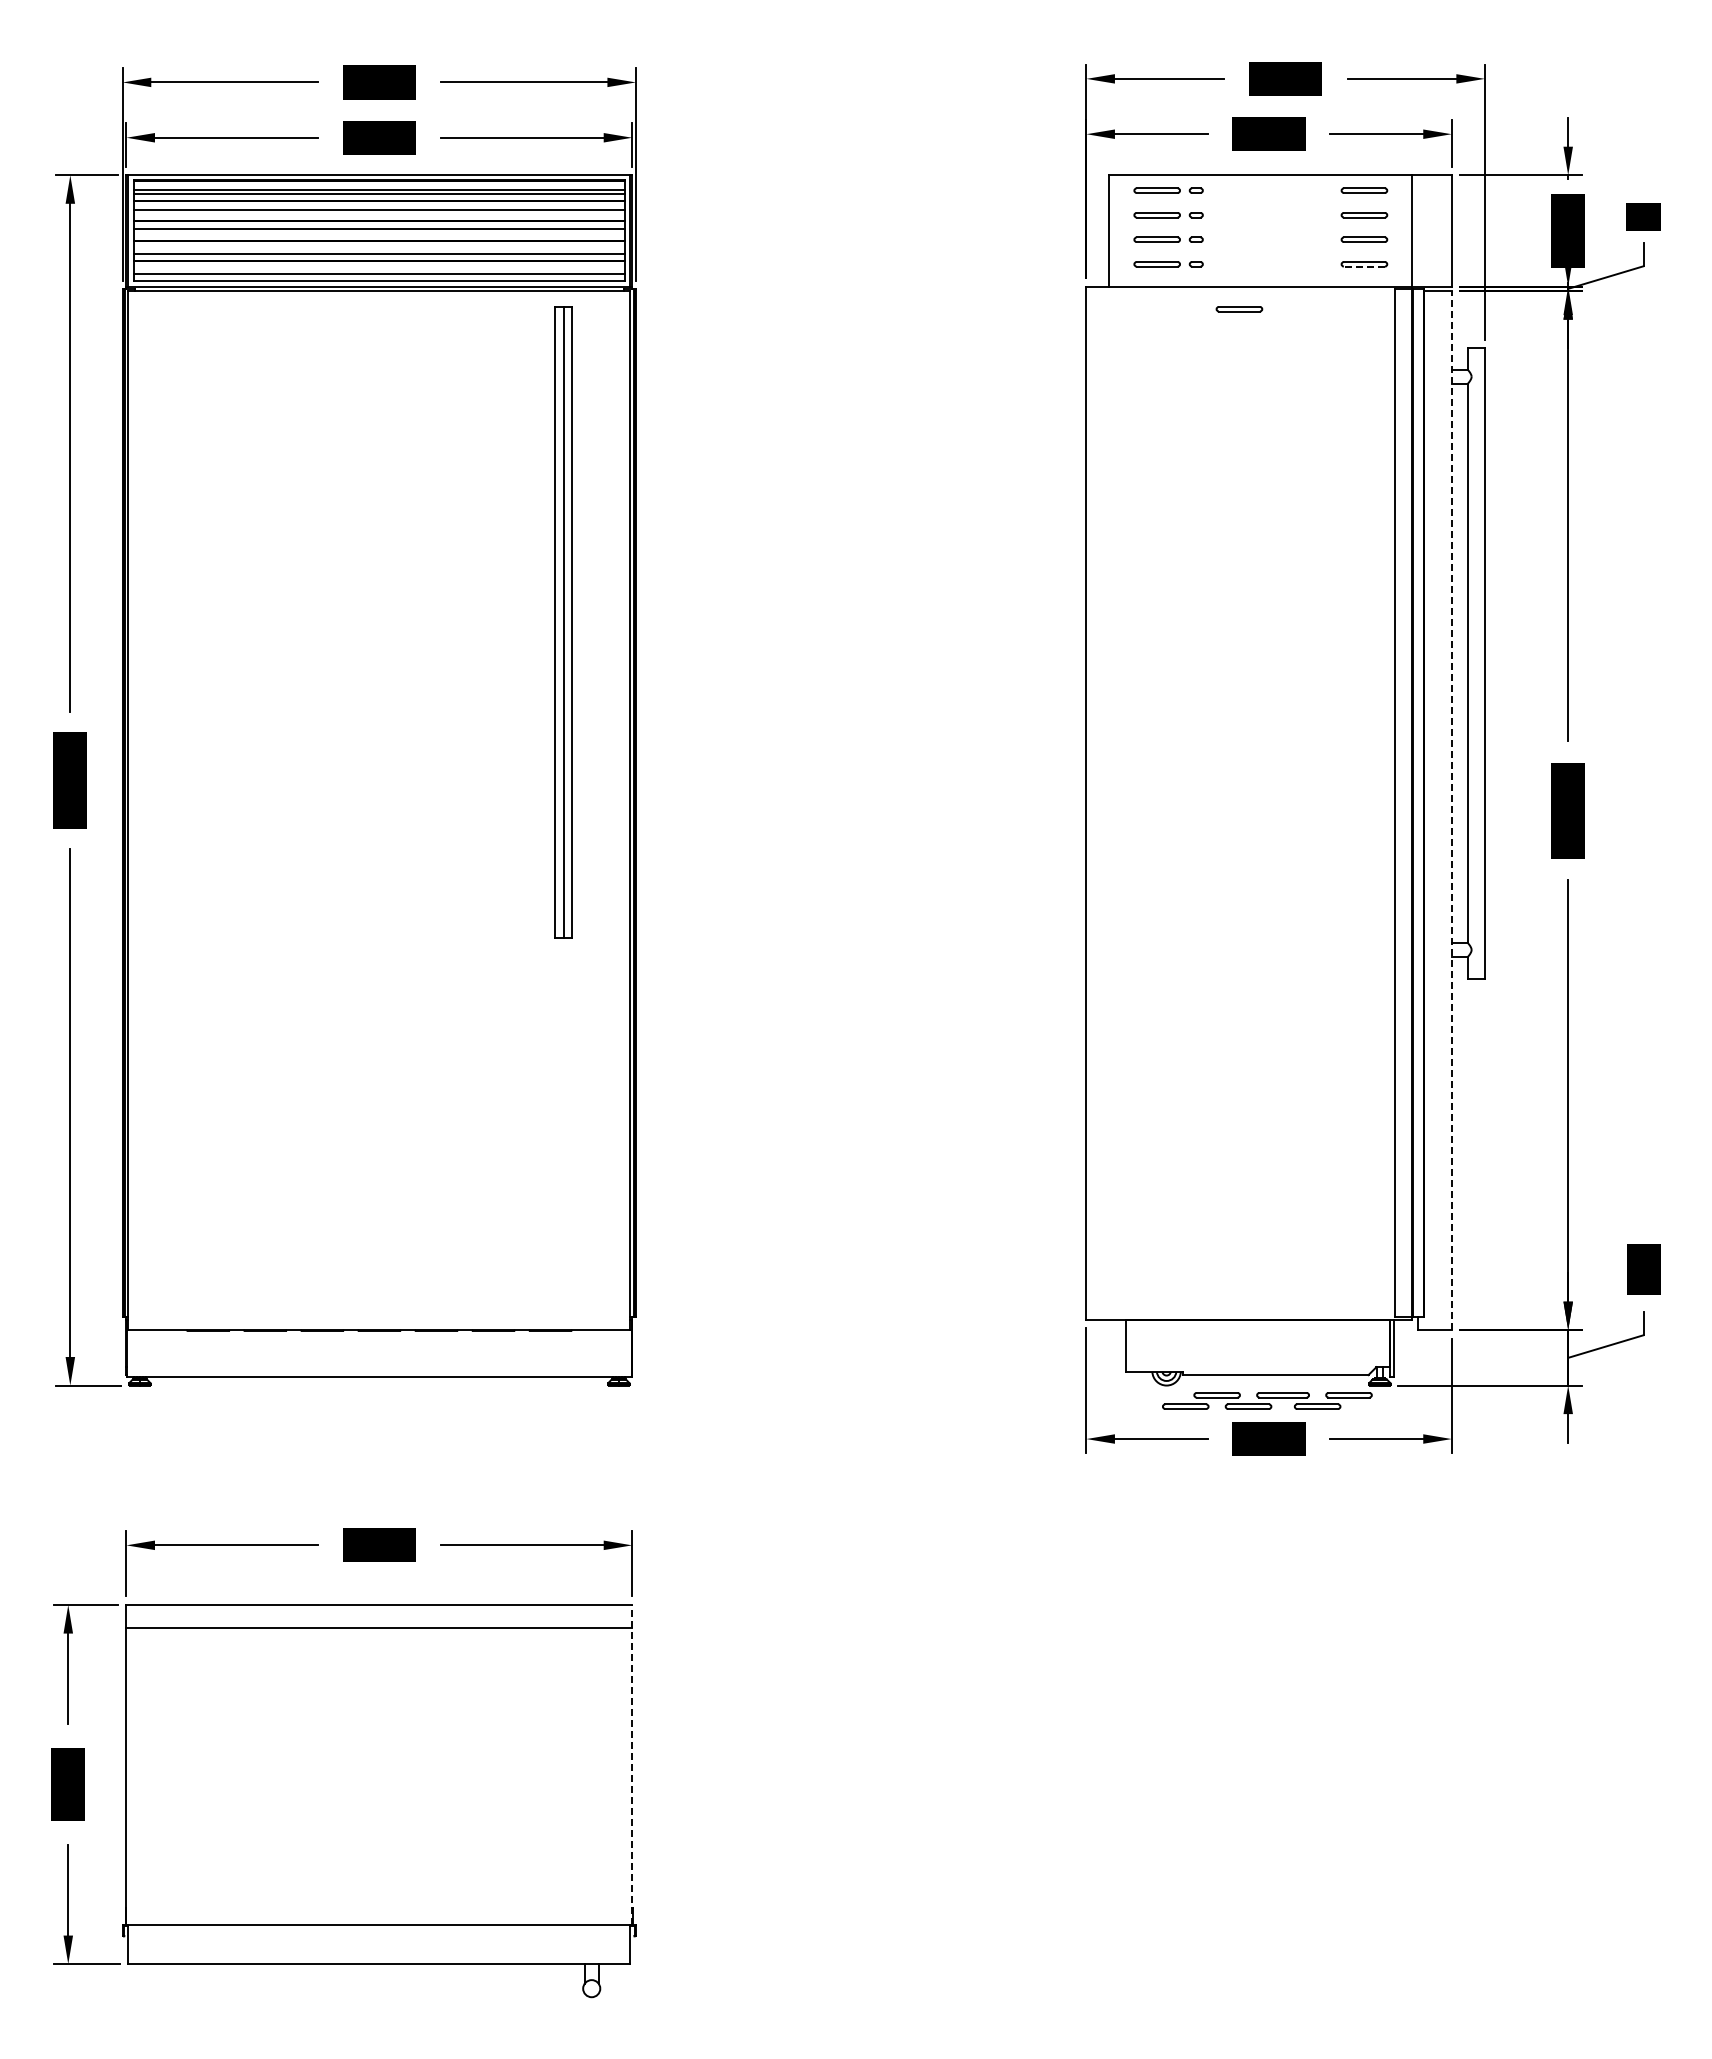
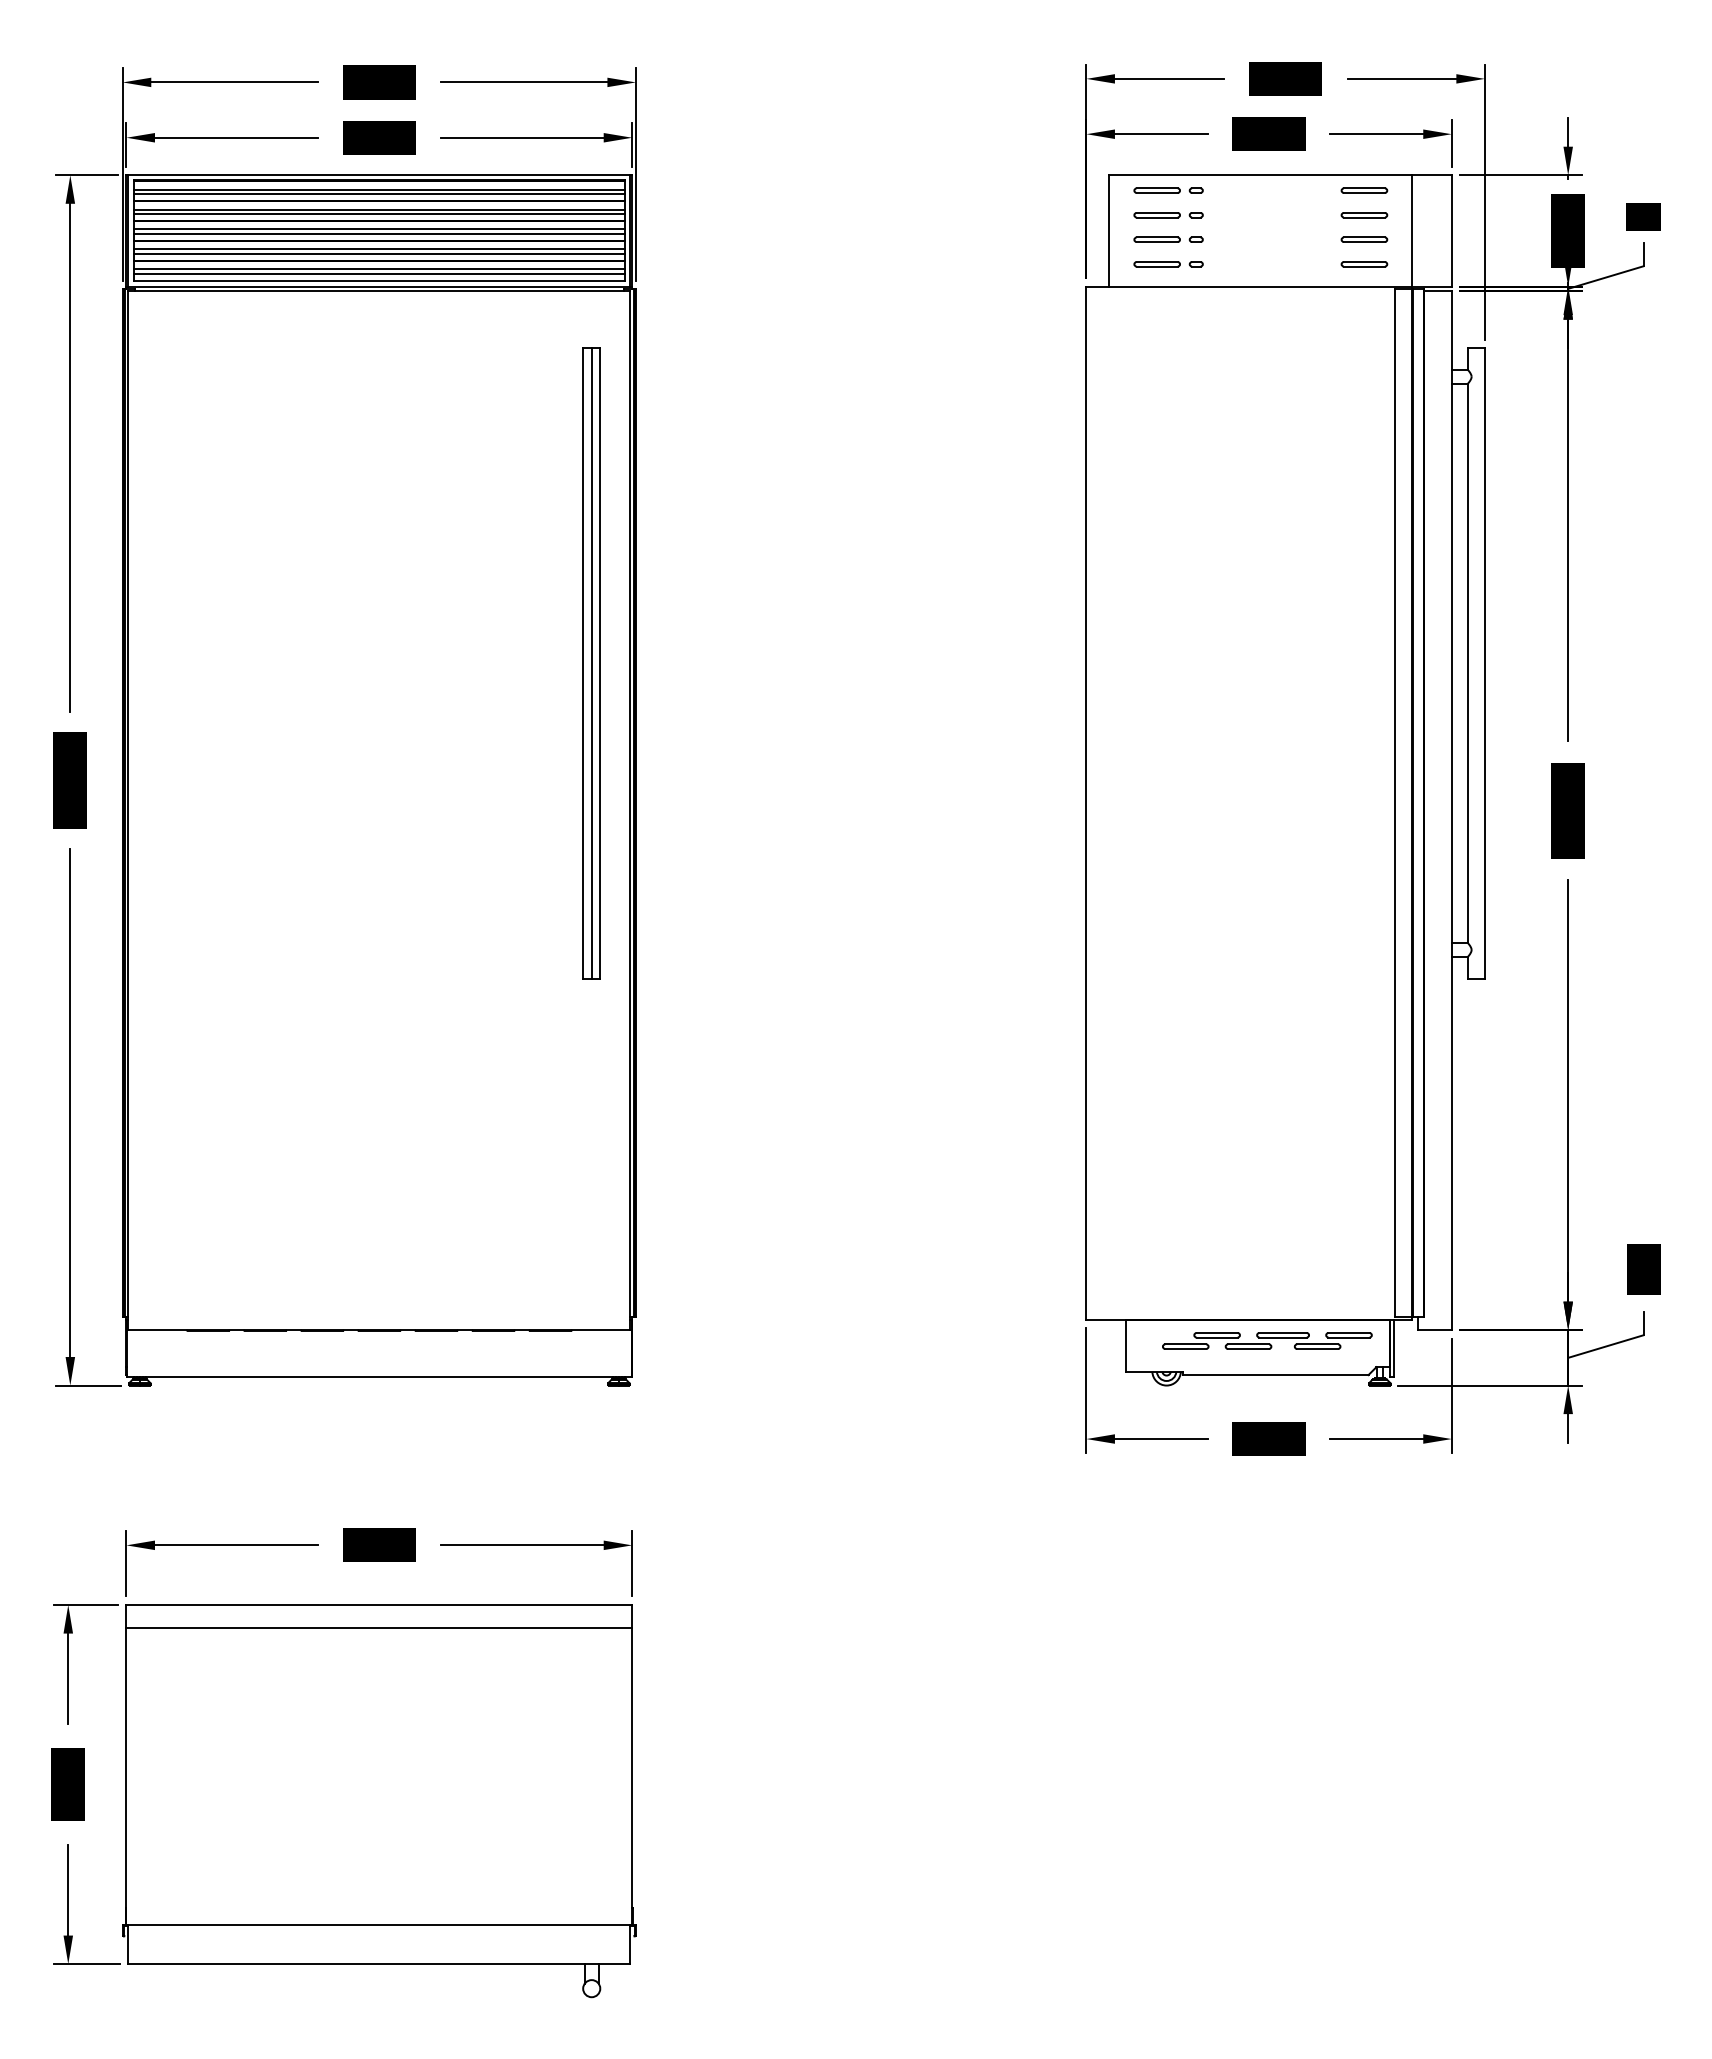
line at (379, 214): none -> present
line at (379, 234): none -> present
line at (379, 249): none -> present
line at (1364, 266): dashed -> solid
line at (379, 269): none -> present
part at (1239, 309): present -> none
part at (563, 622) position: (563, 622) -> (591, 663)
line at (1451, 810): dashed -> solid
part at (1267, 1400) position: (1267, 1400) -> (1267, 1340)
line at (632, 1765): dashed -> solid
